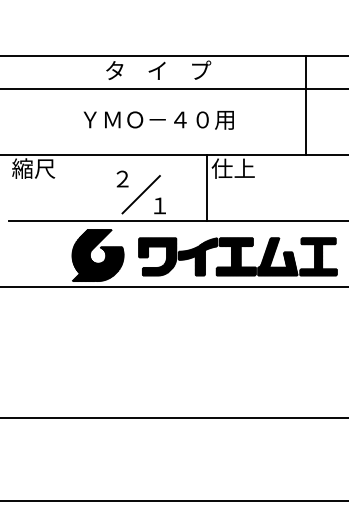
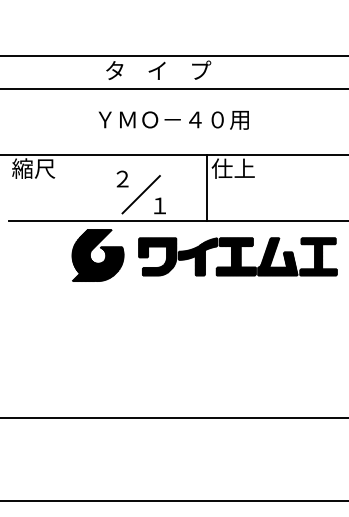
line at (306, 105): present -> none
text at (158, 120) position: (158, 120) -> (173, 120)
line at (173, 287): present -> none
